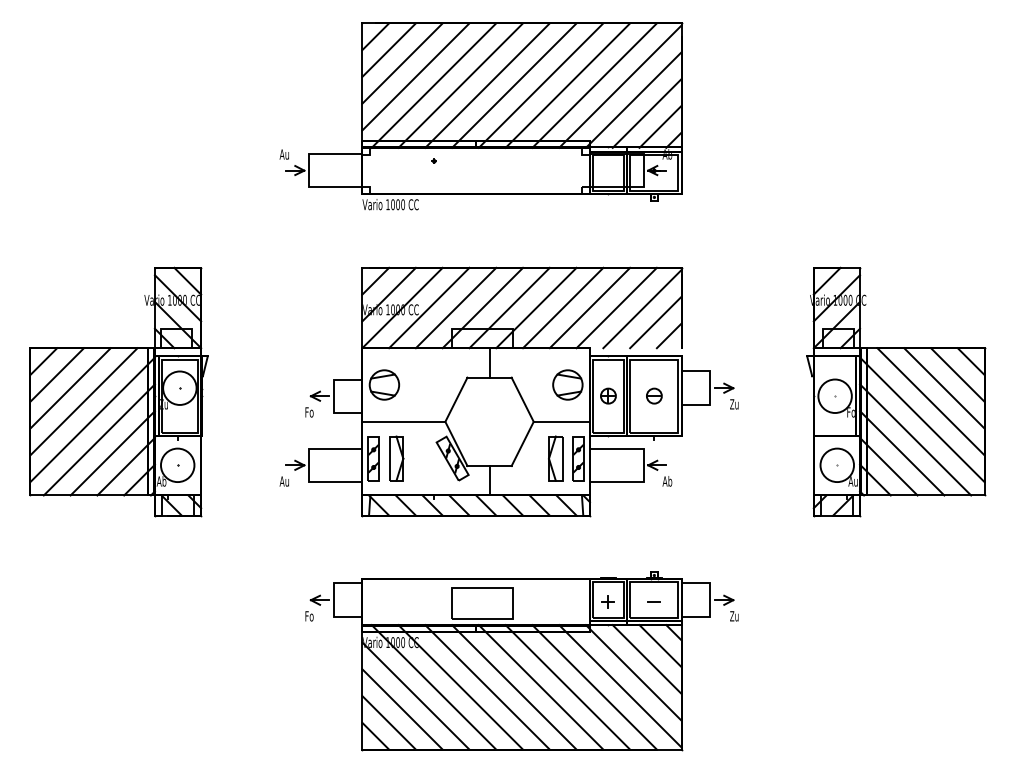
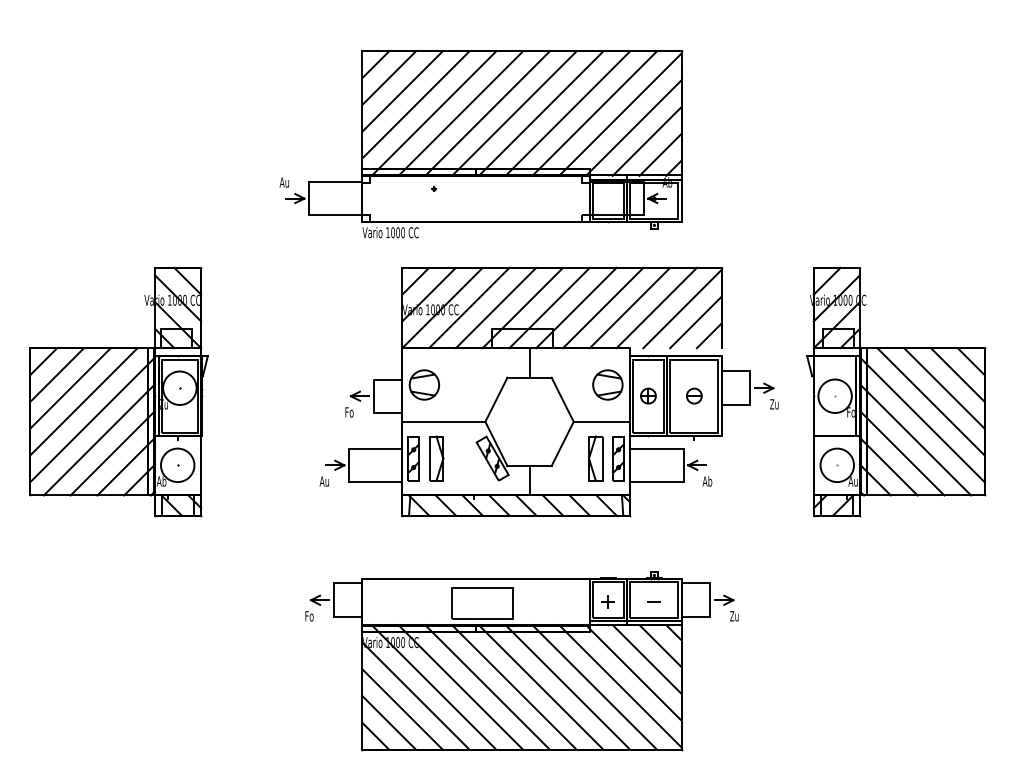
part at (481, 116) position: (481, 116) -> (481, 144)
part at (508, 391) position: (508, 391) -> (548, 391)
